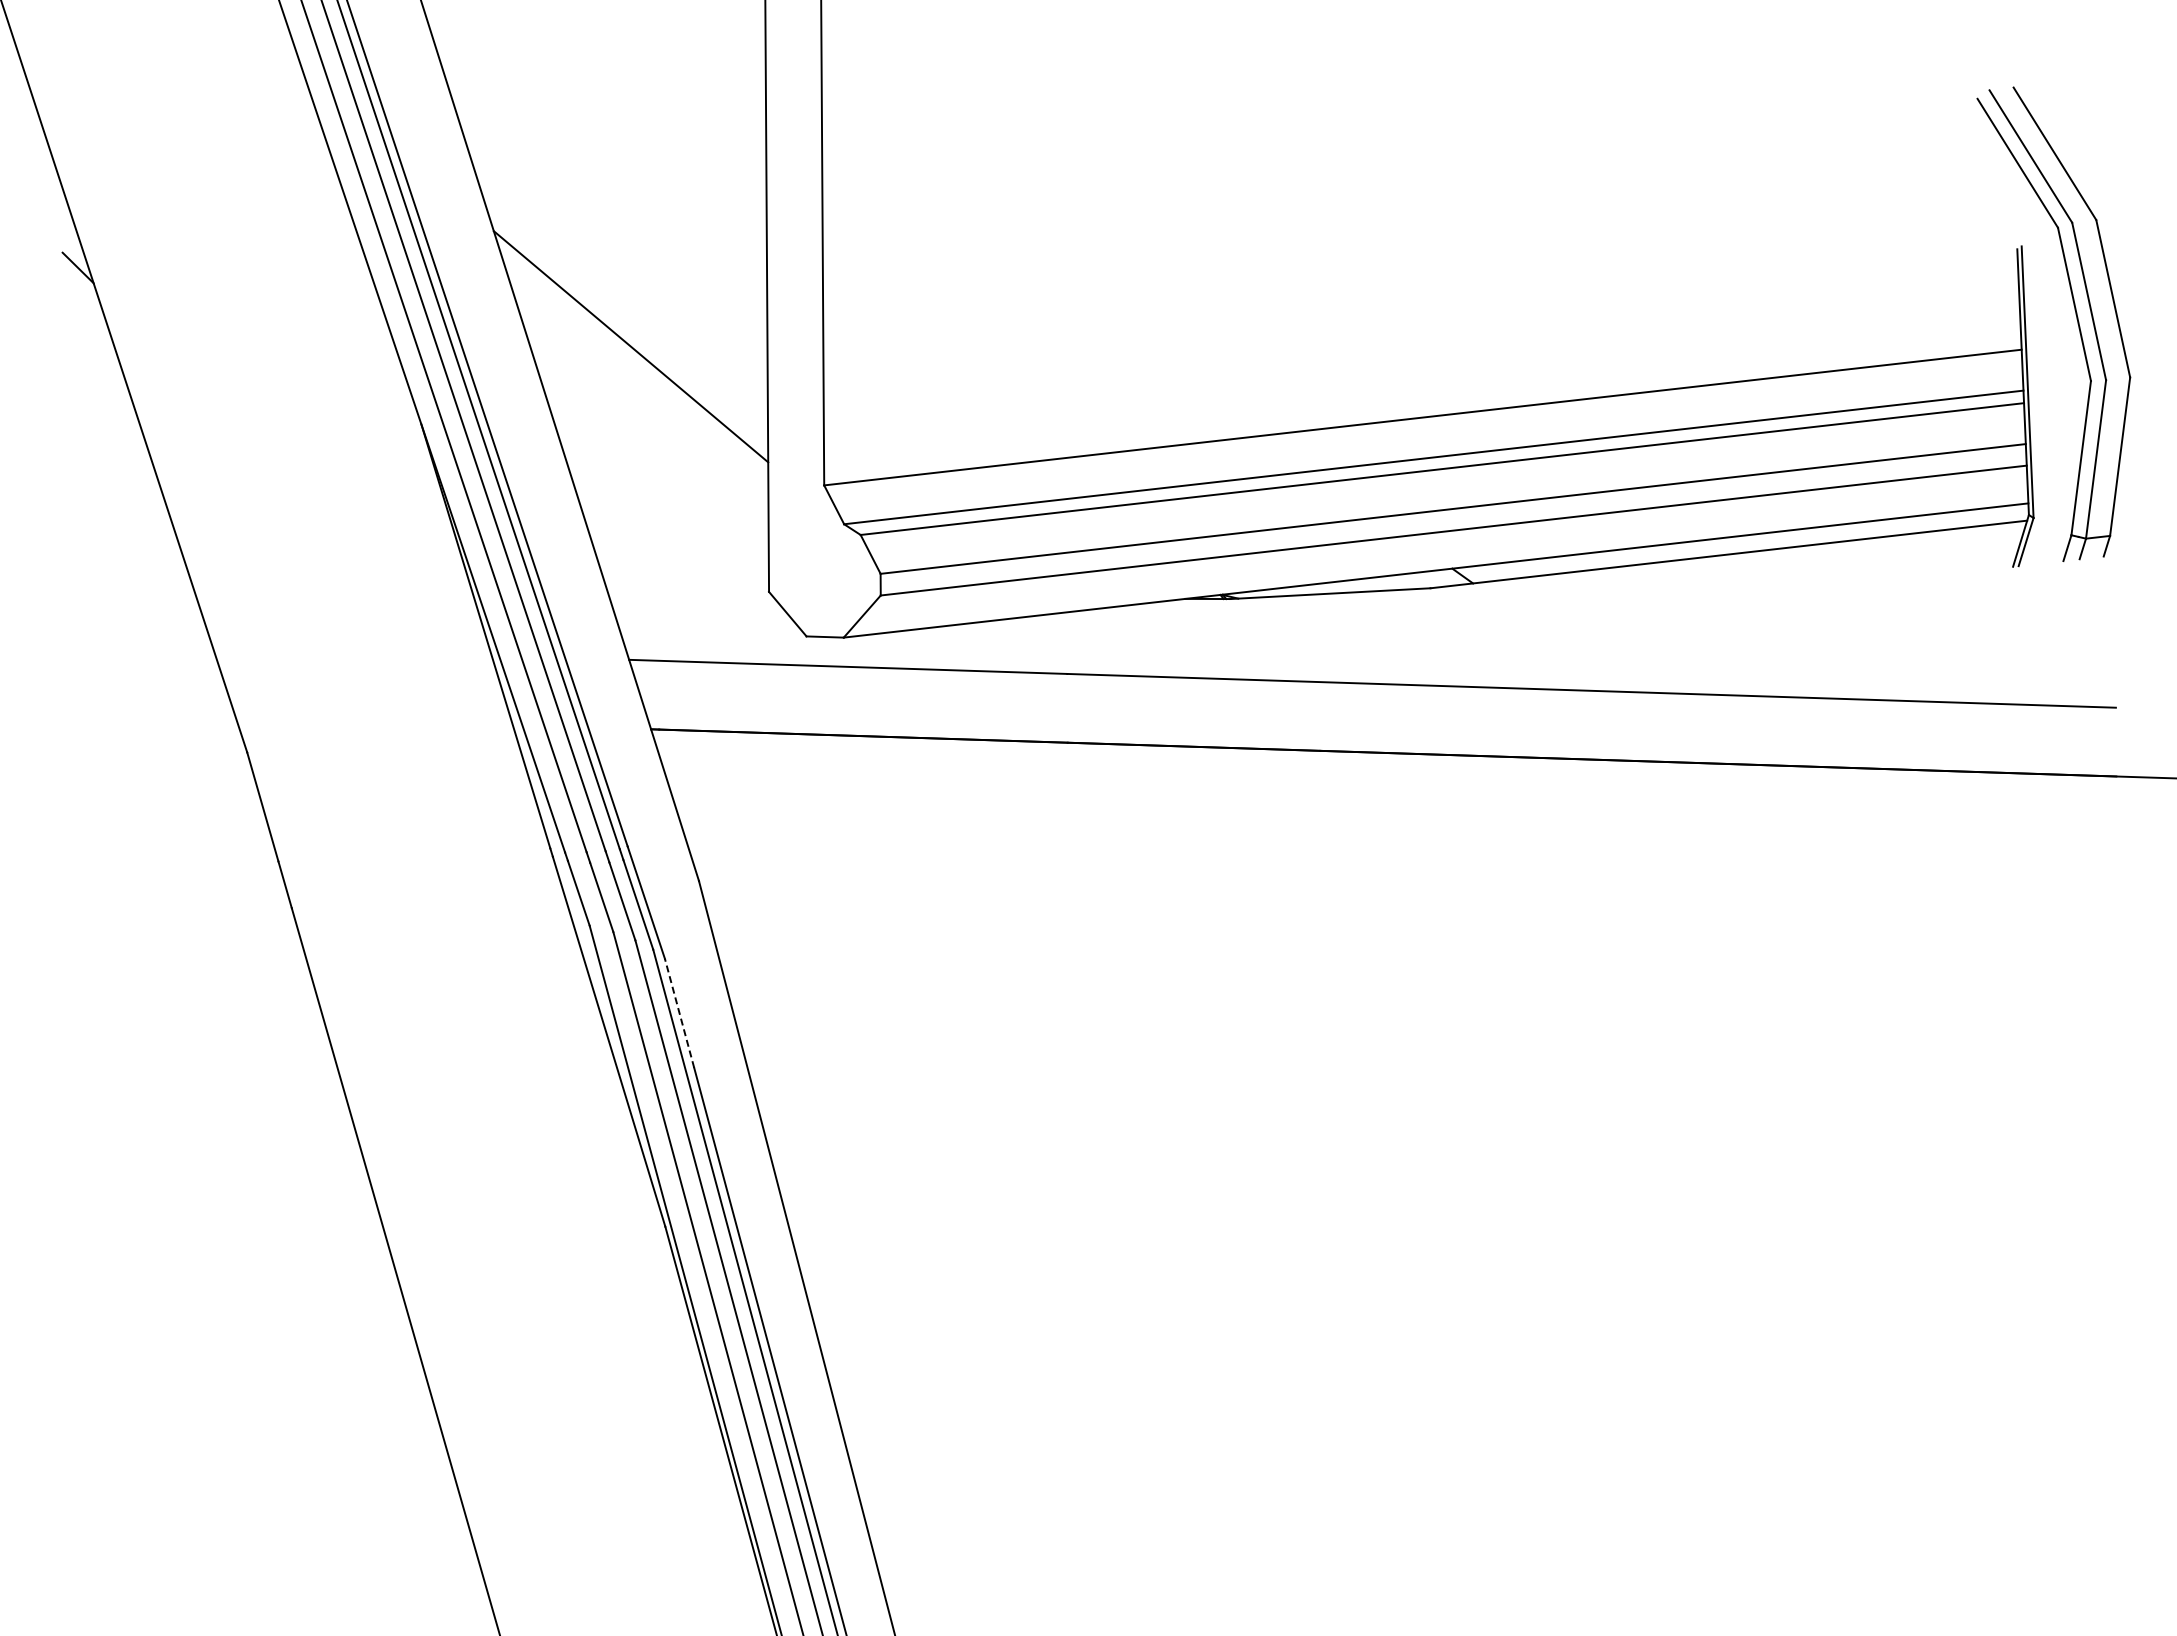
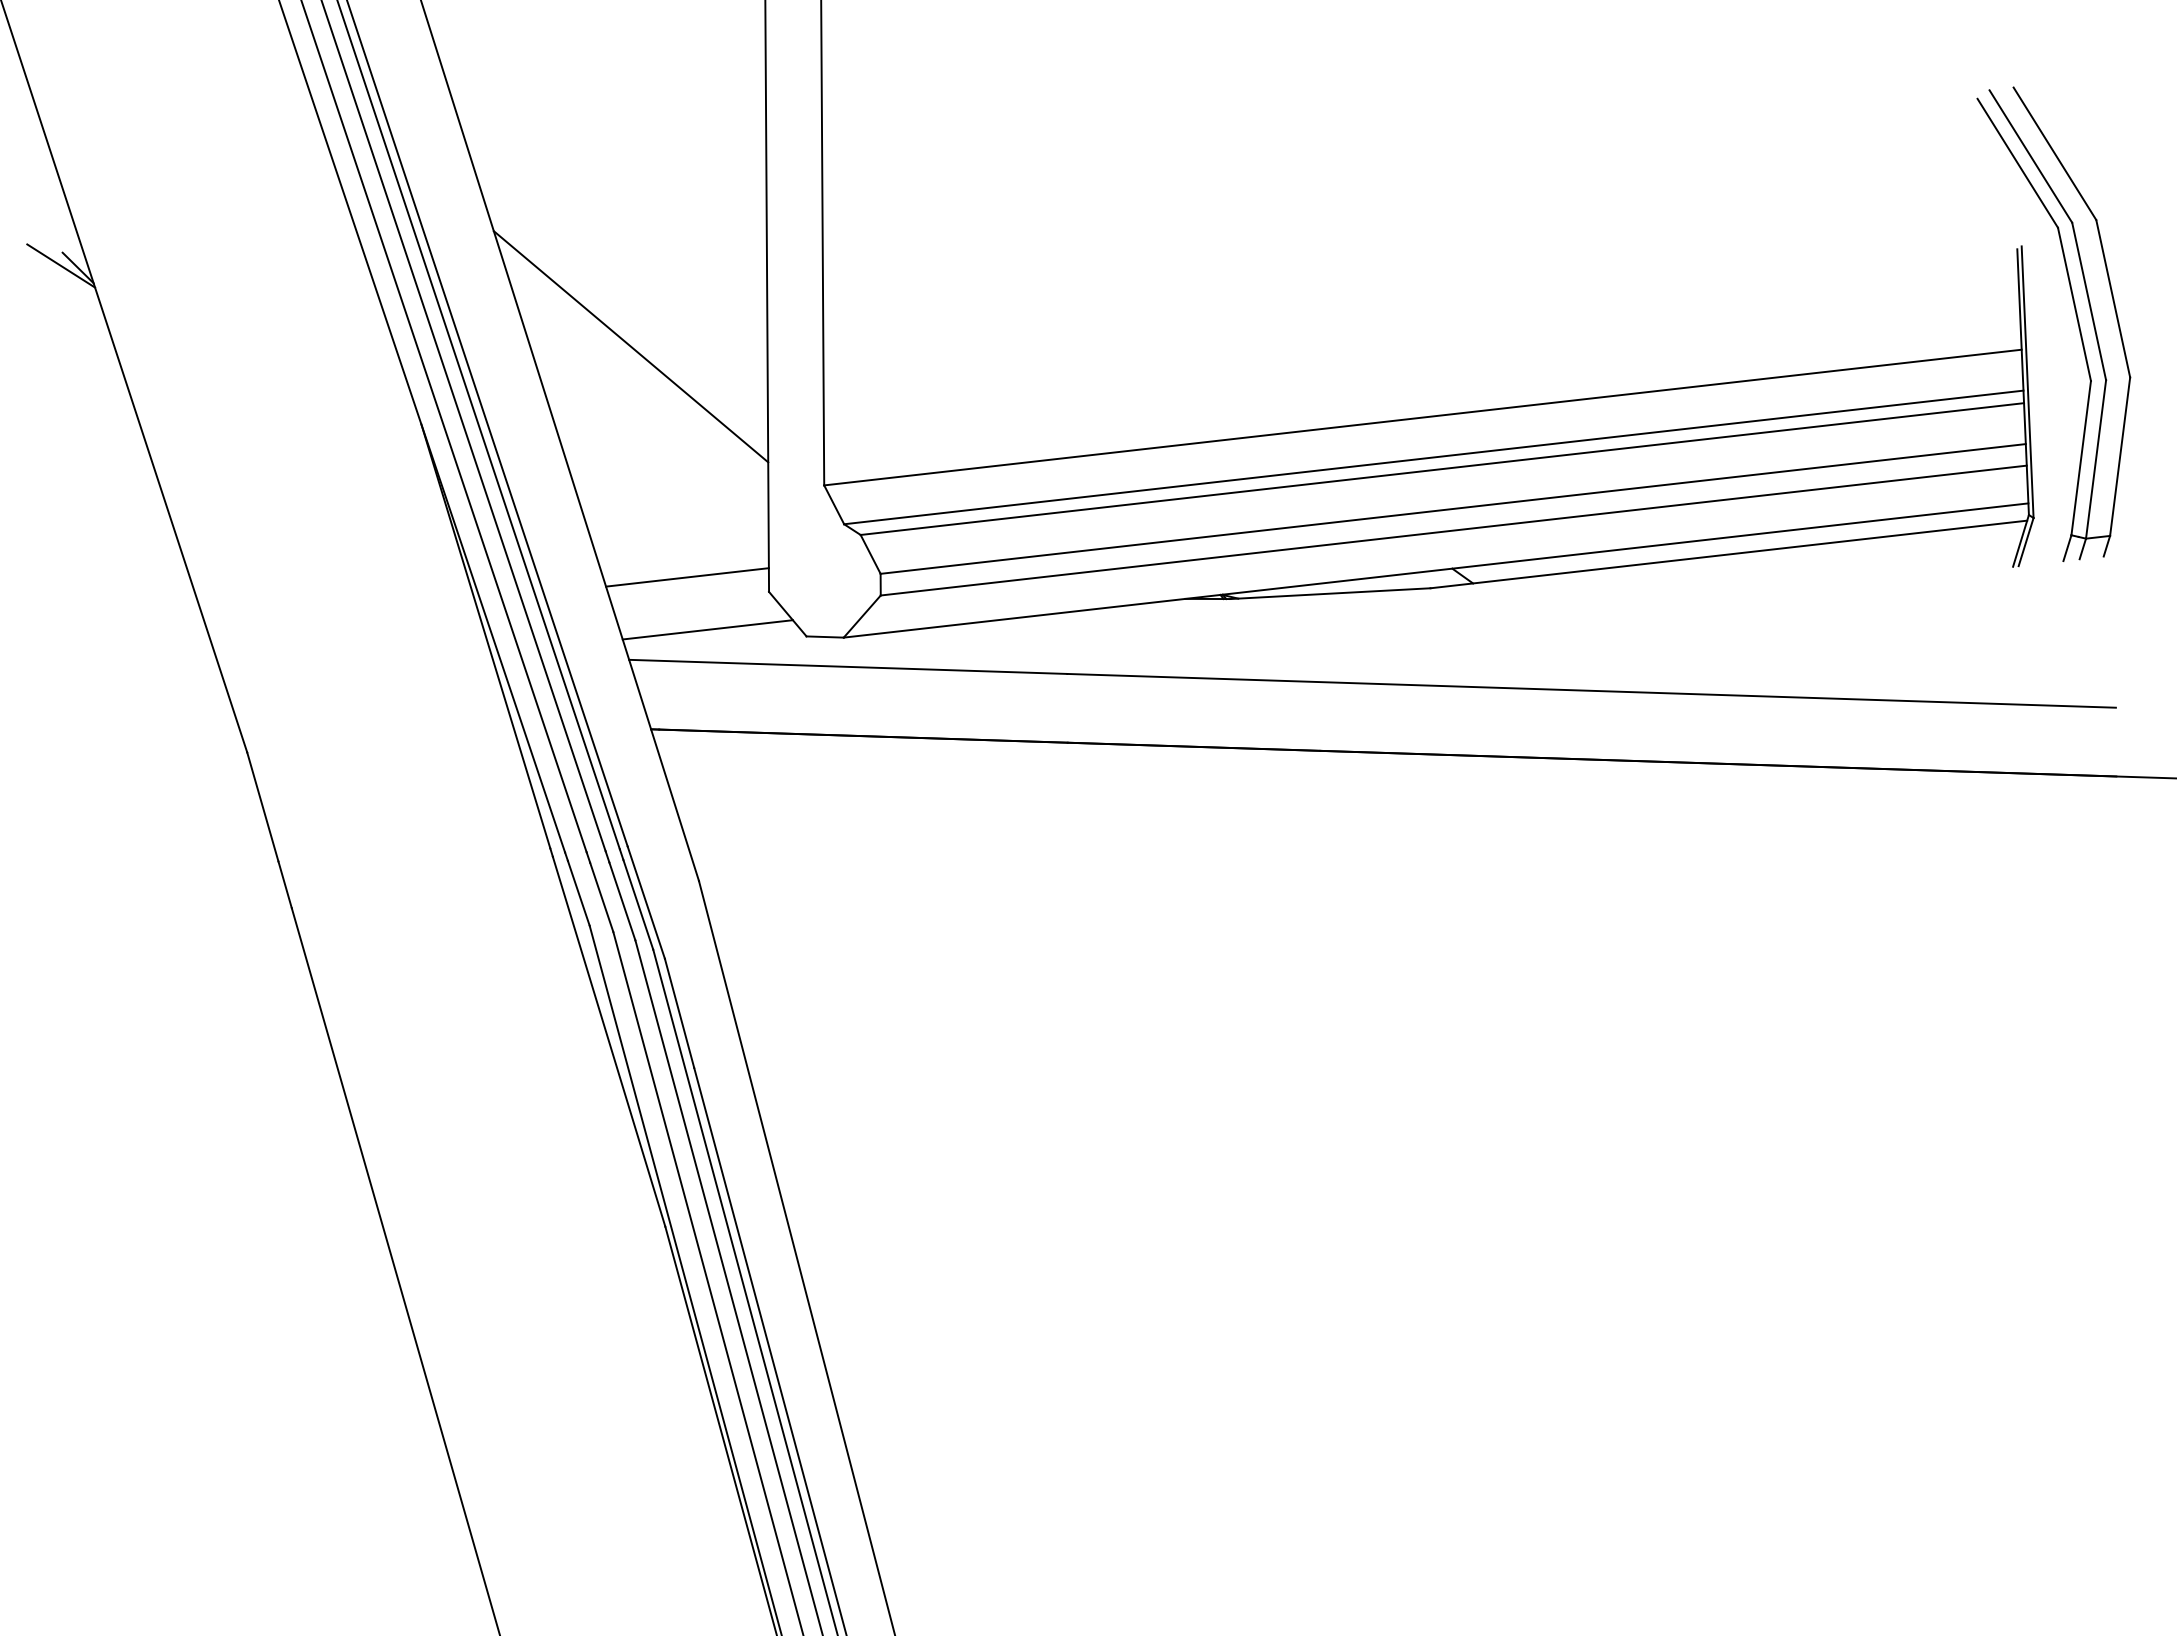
line at (61, 265): none -> present
line at (687, 577): none -> present
line at (707, 629): none -> present
line at (679, 1013): dashed -> solid
